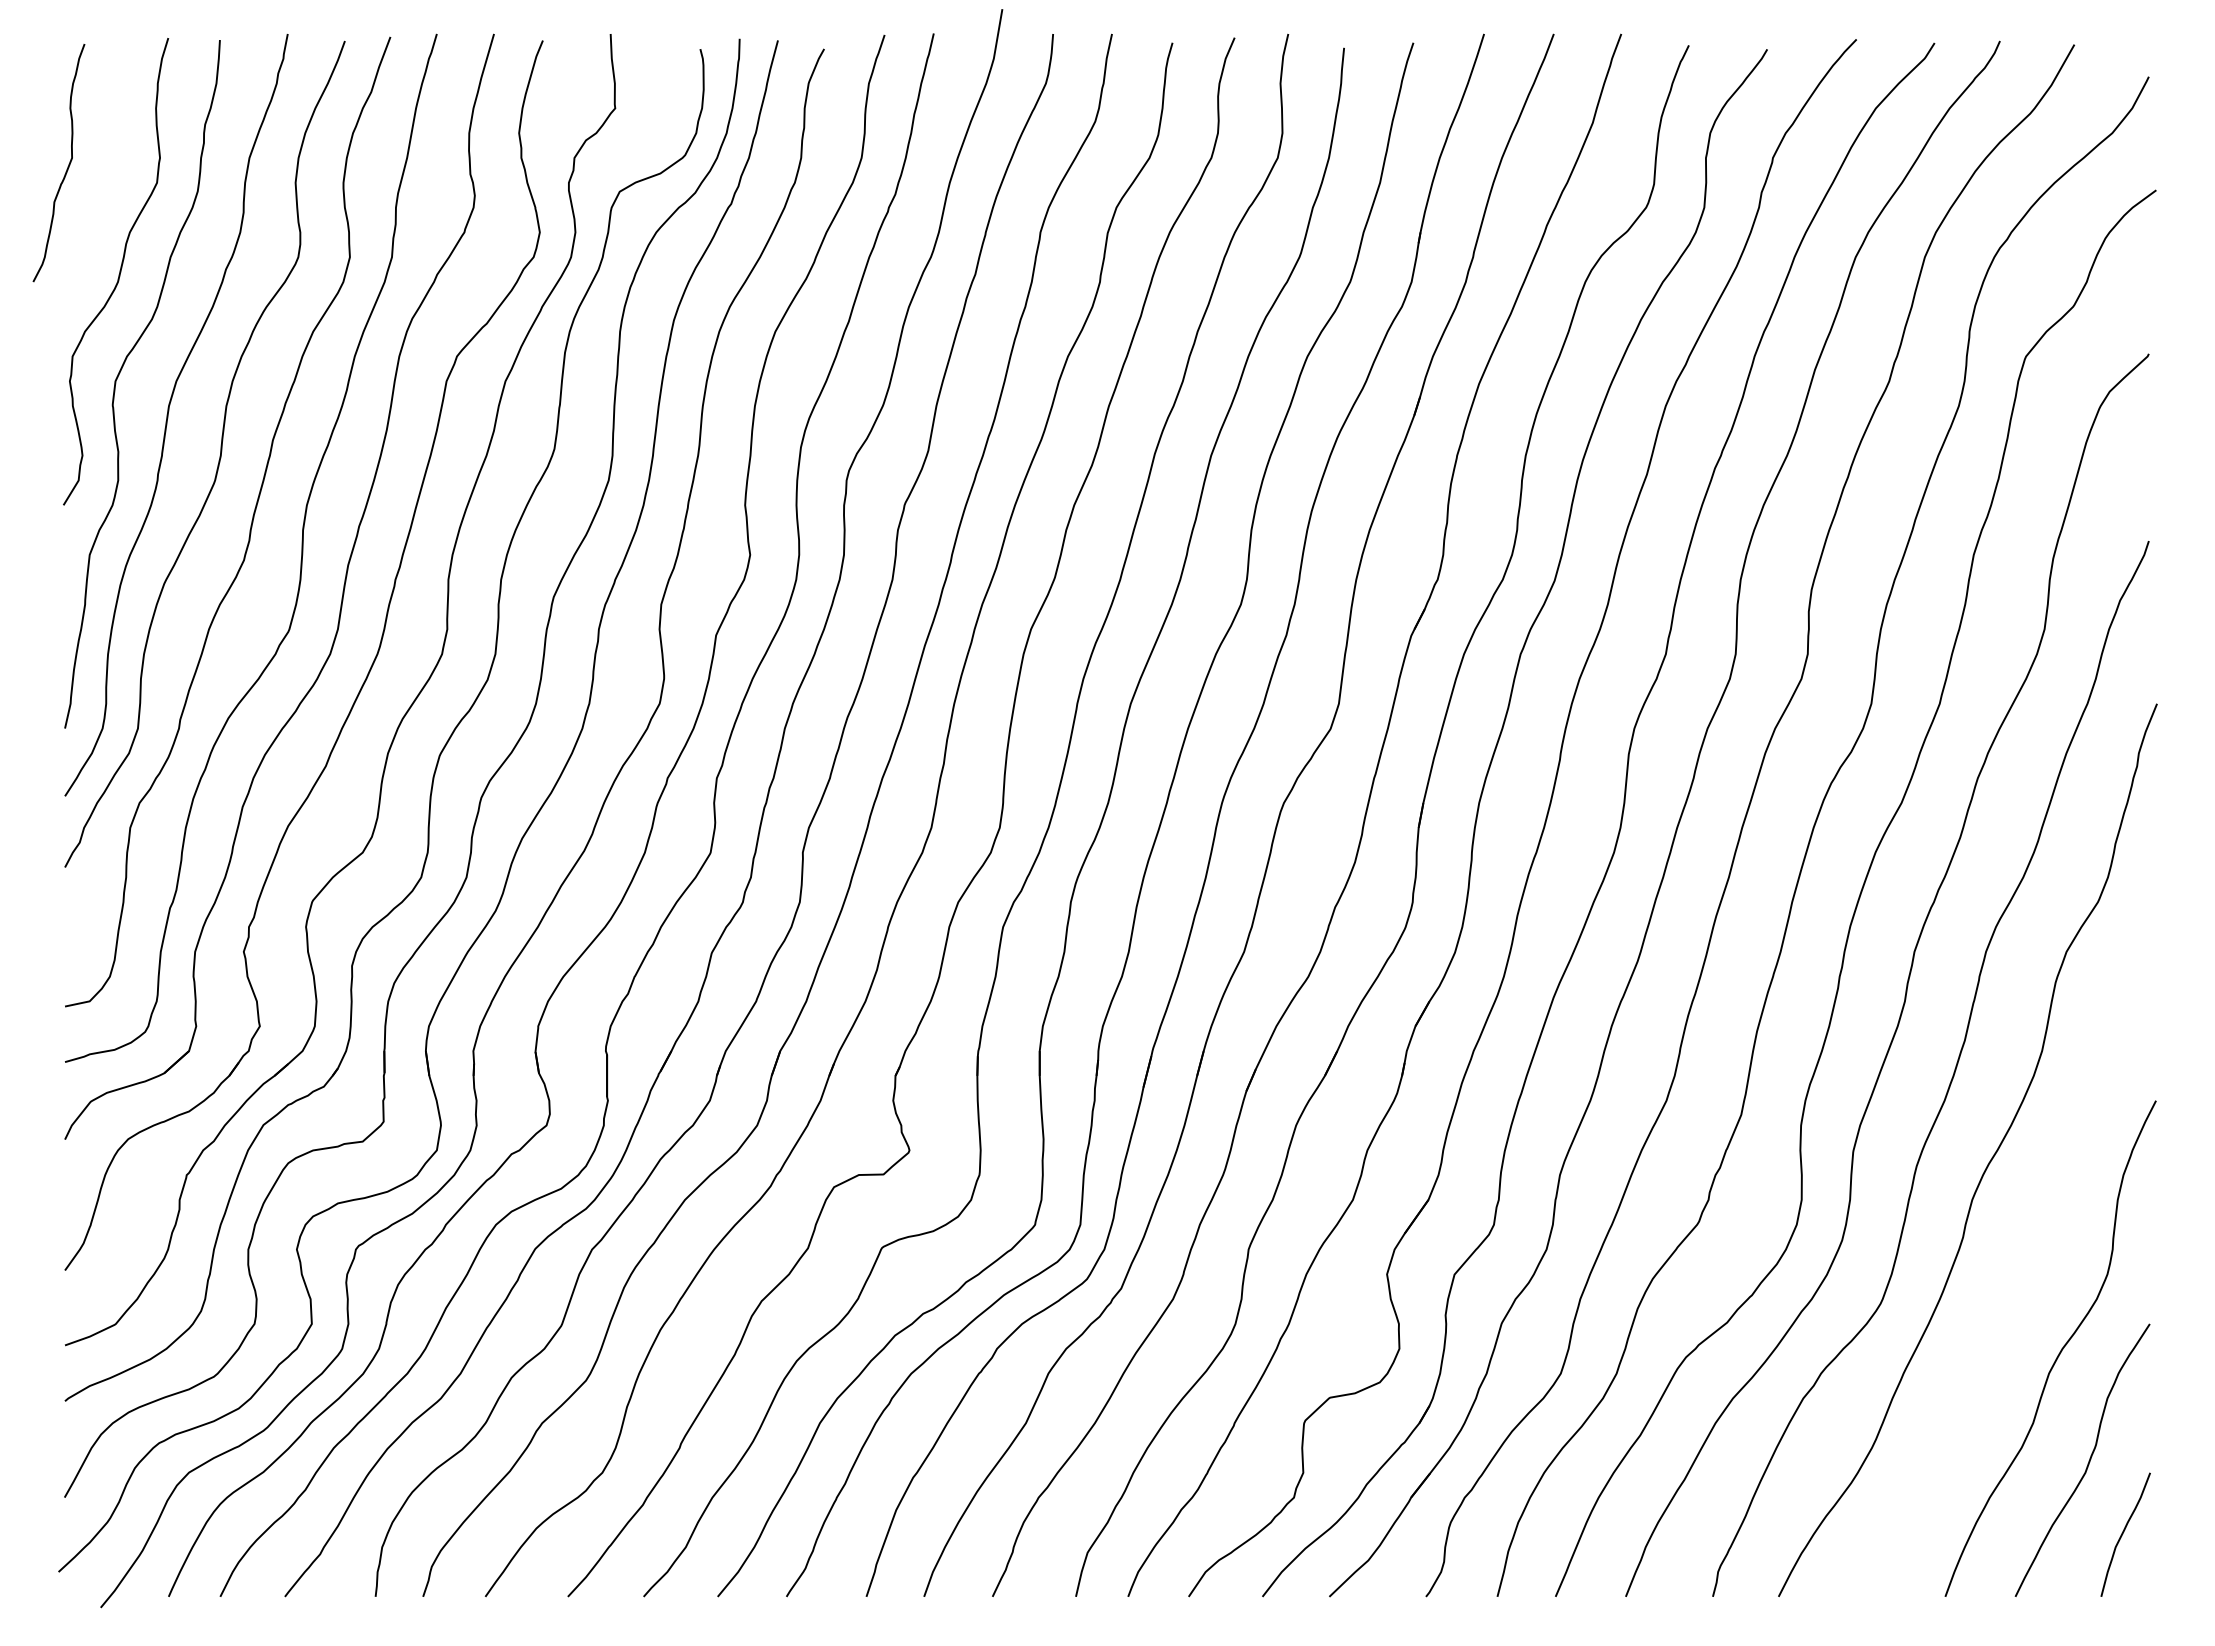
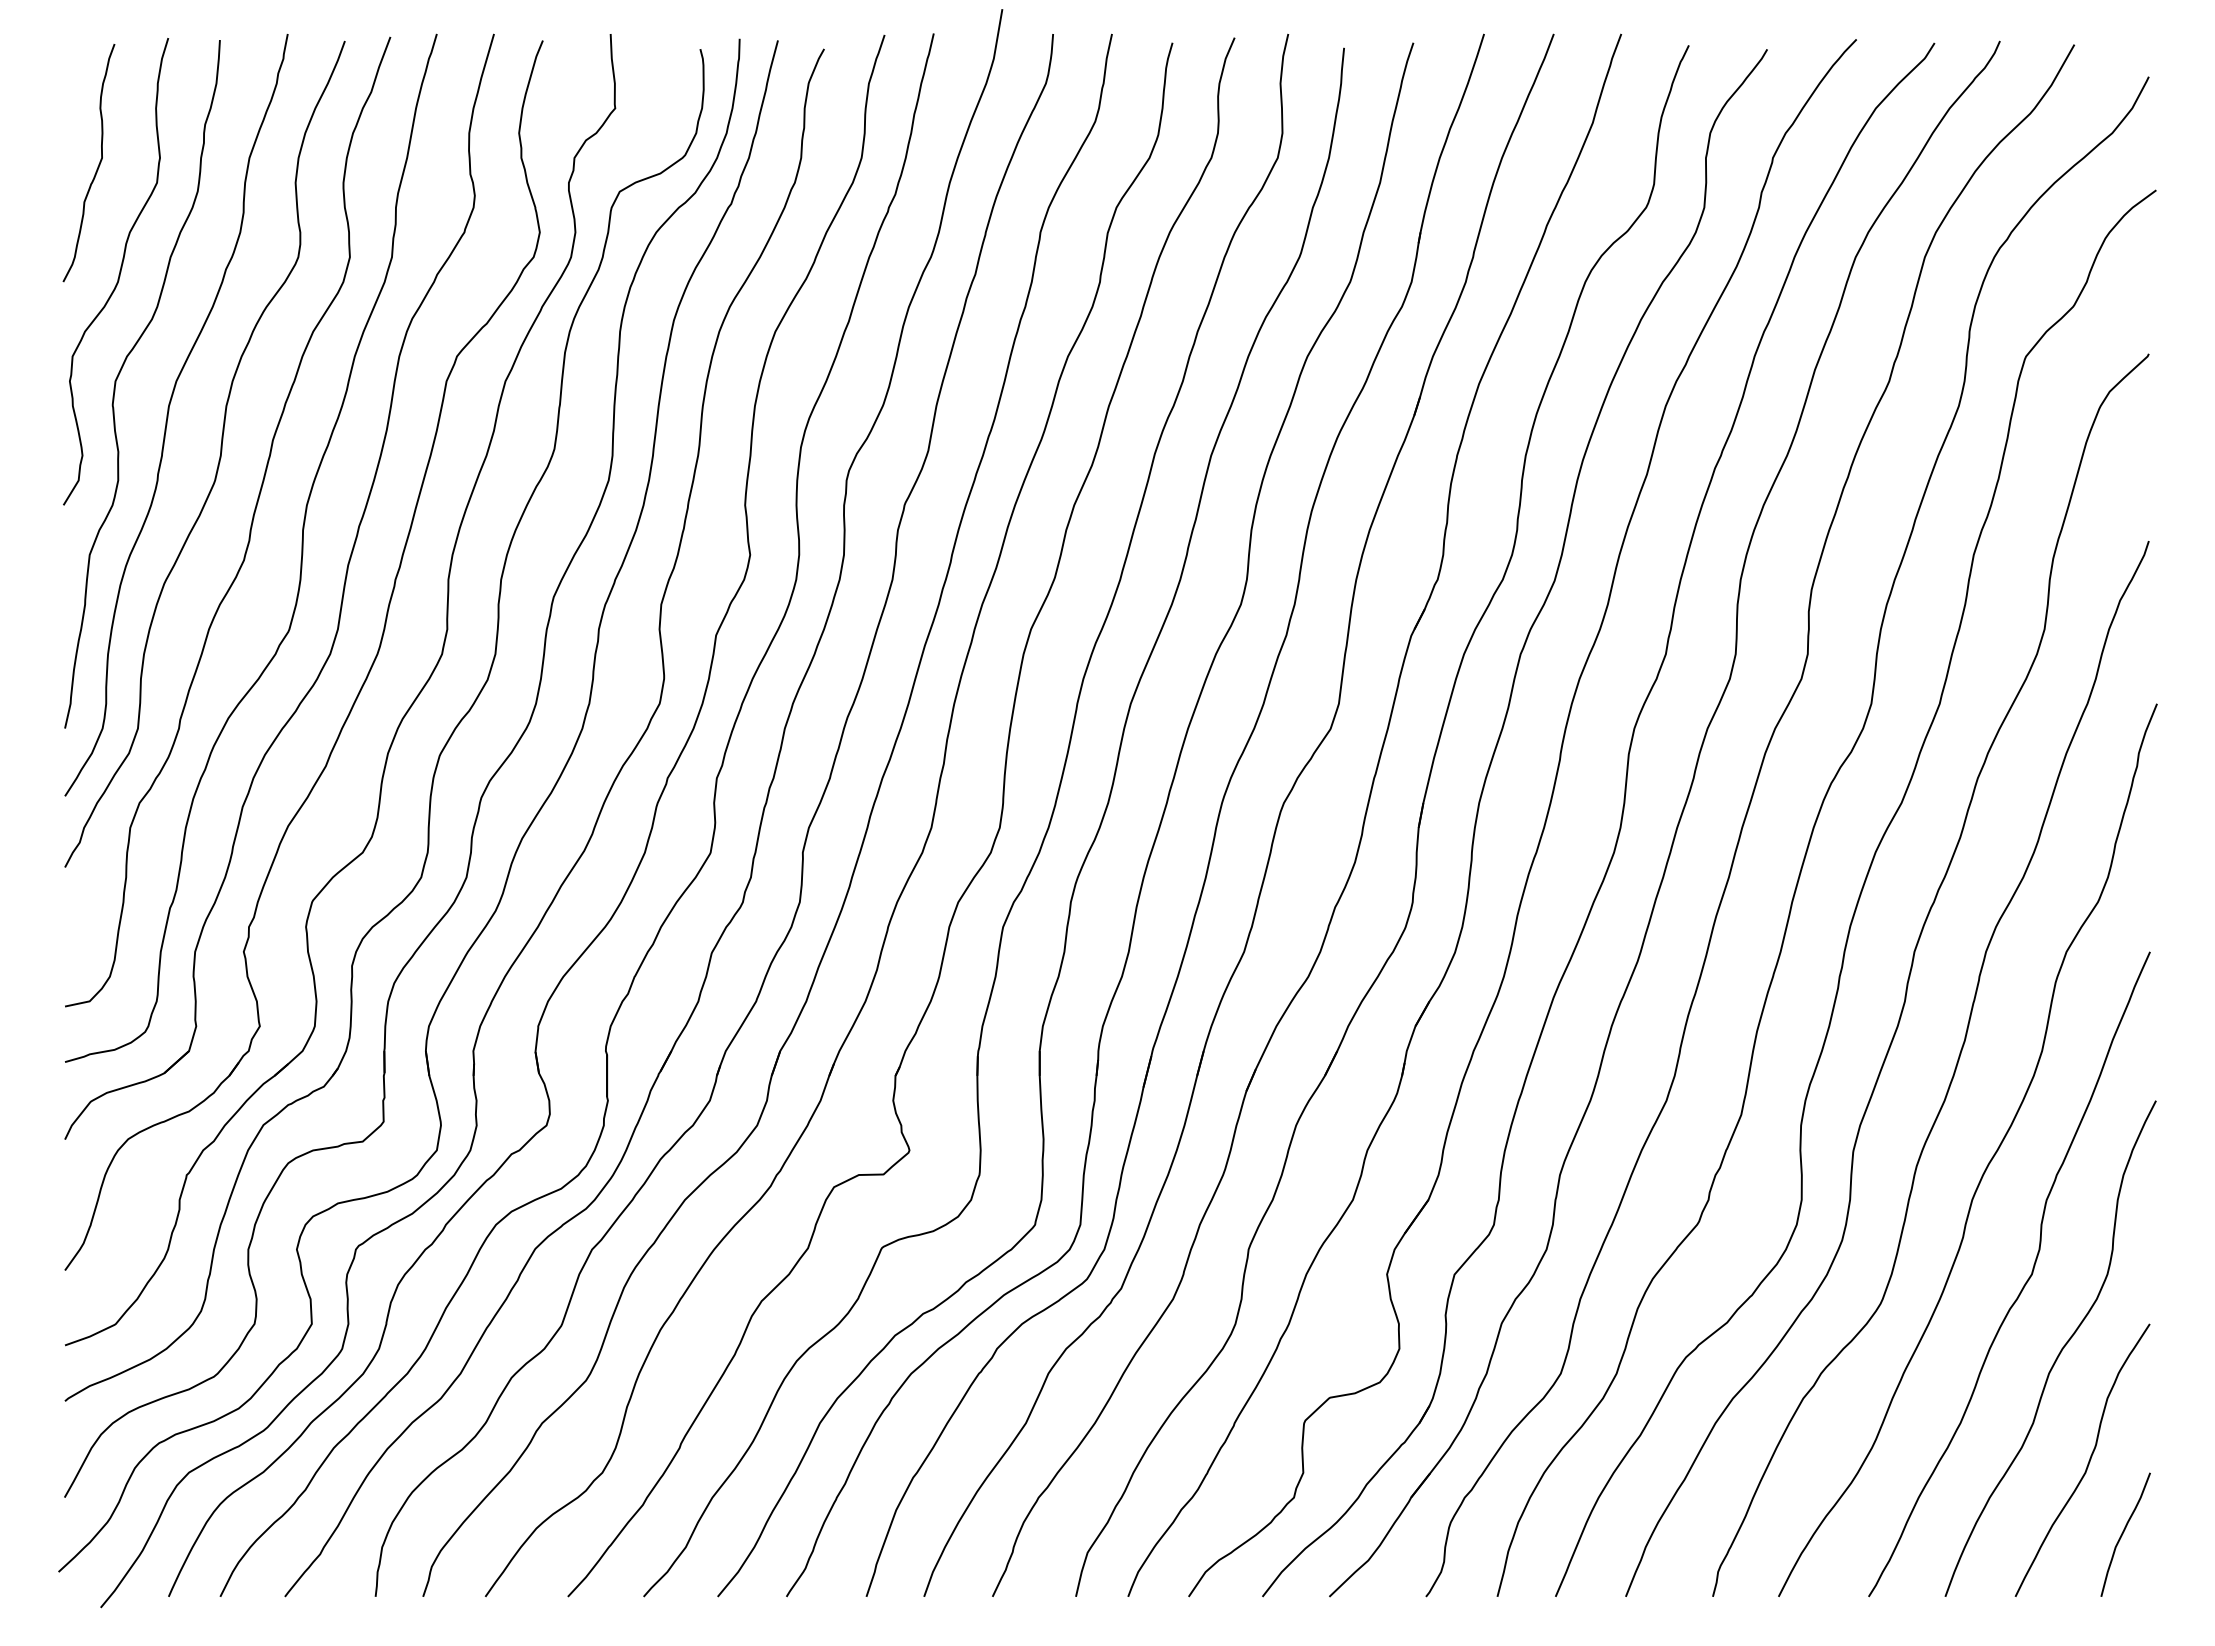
curve at (67, 166) position: (67, 166) -> (97, 166)
curve at (2024, 1283): none -> present
